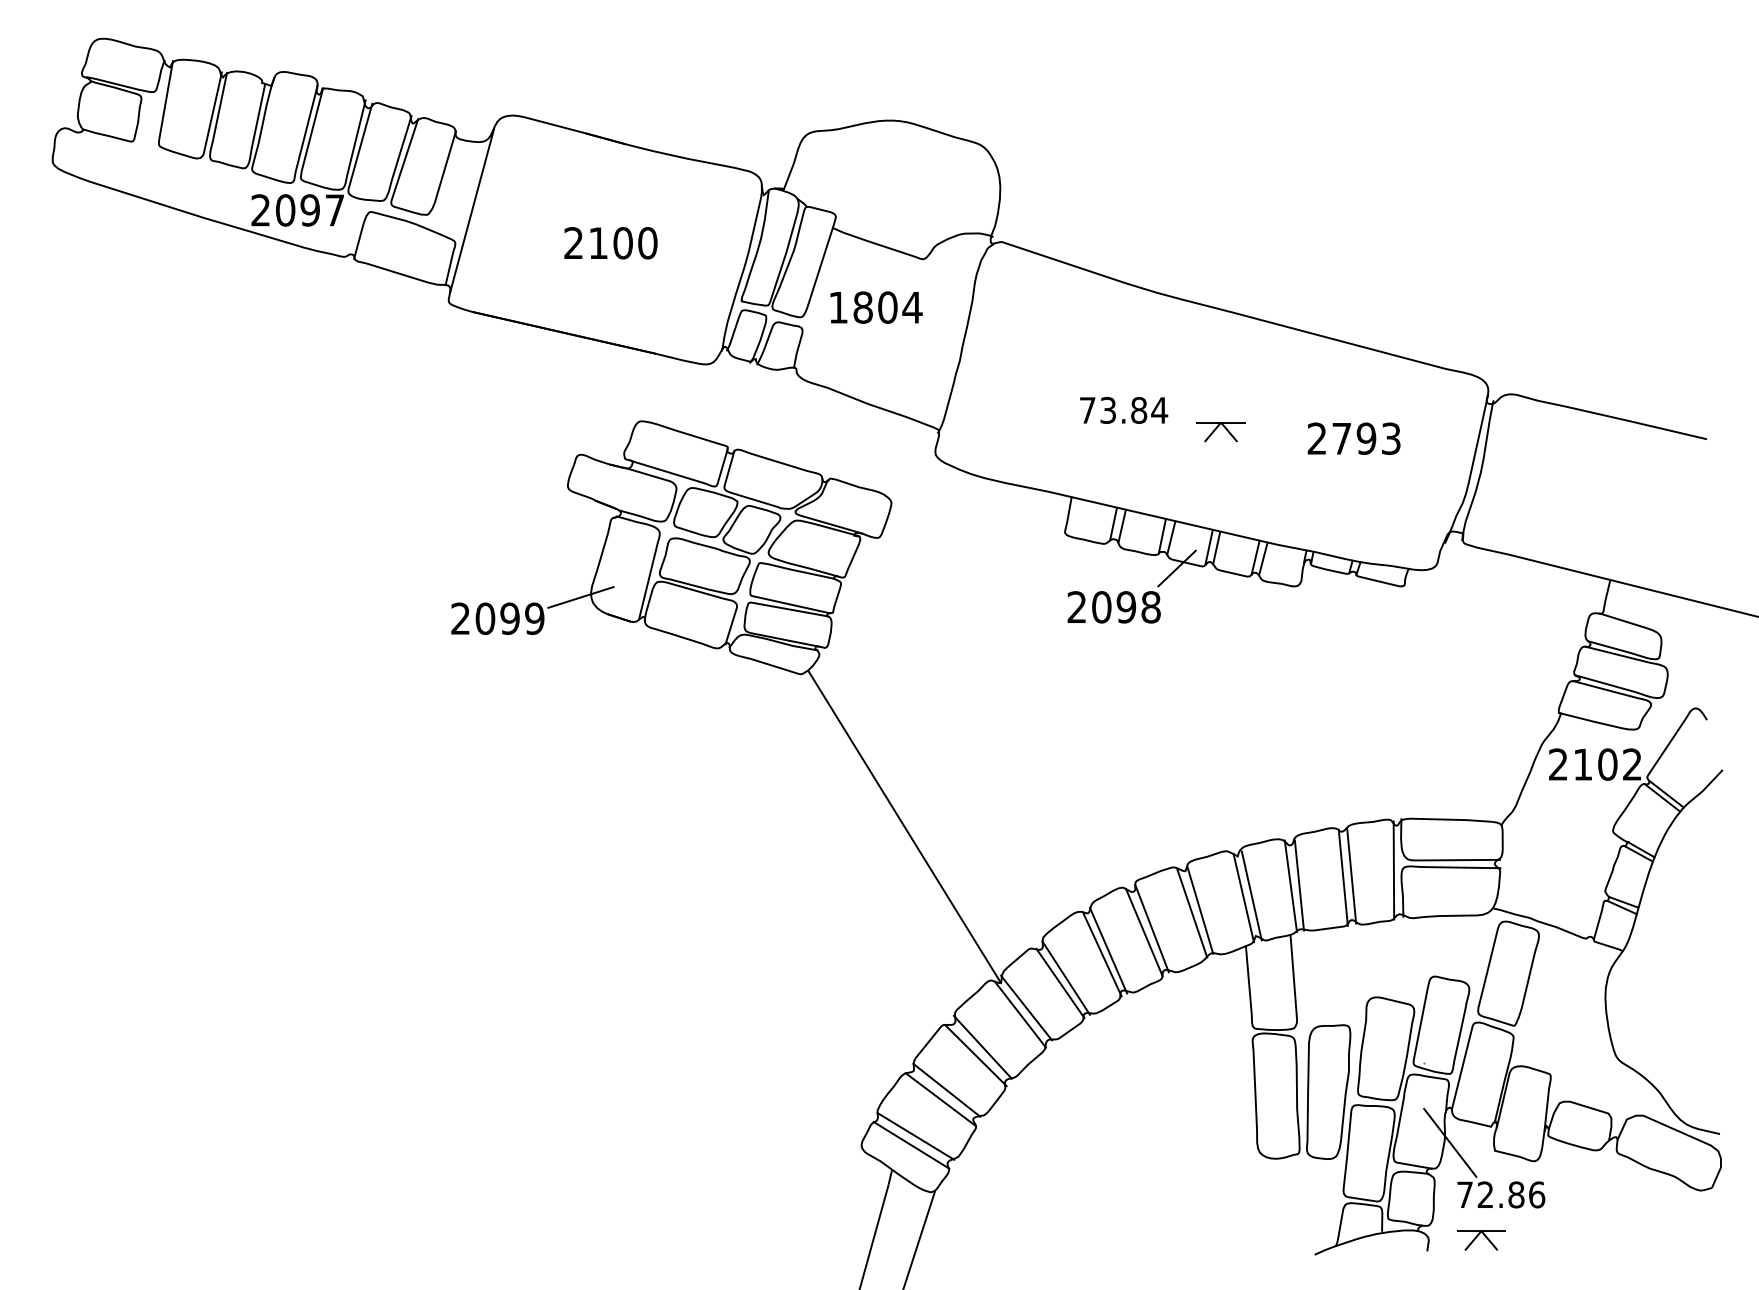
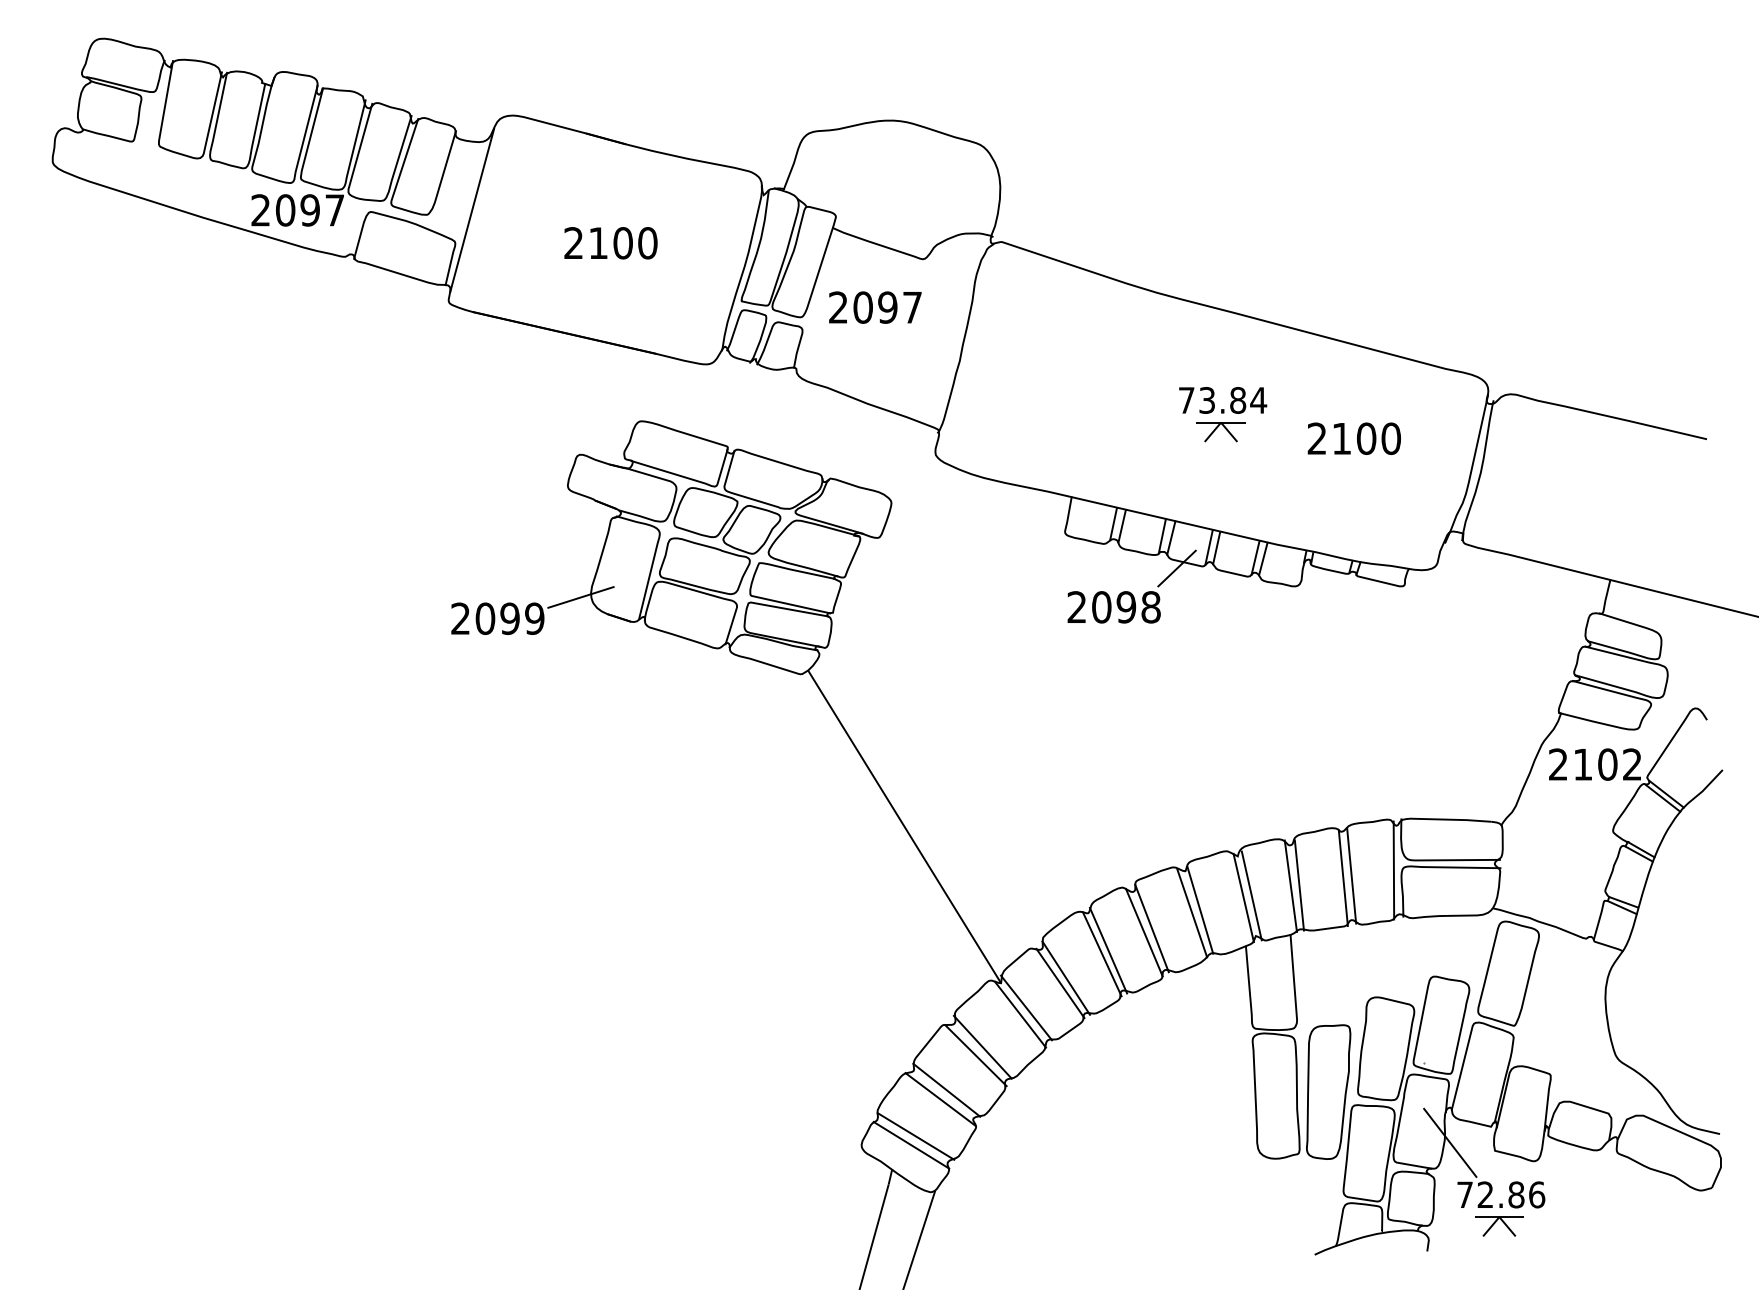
text at (875, 307): 1804 -> 2097
text at (1124, 410) position: (1124, 410) -> (1223, 400)
text at (1366, 438): 2793 -> 2100
part at (1481, 1240) position: (1481, 1240) -> (1499, 1226)
